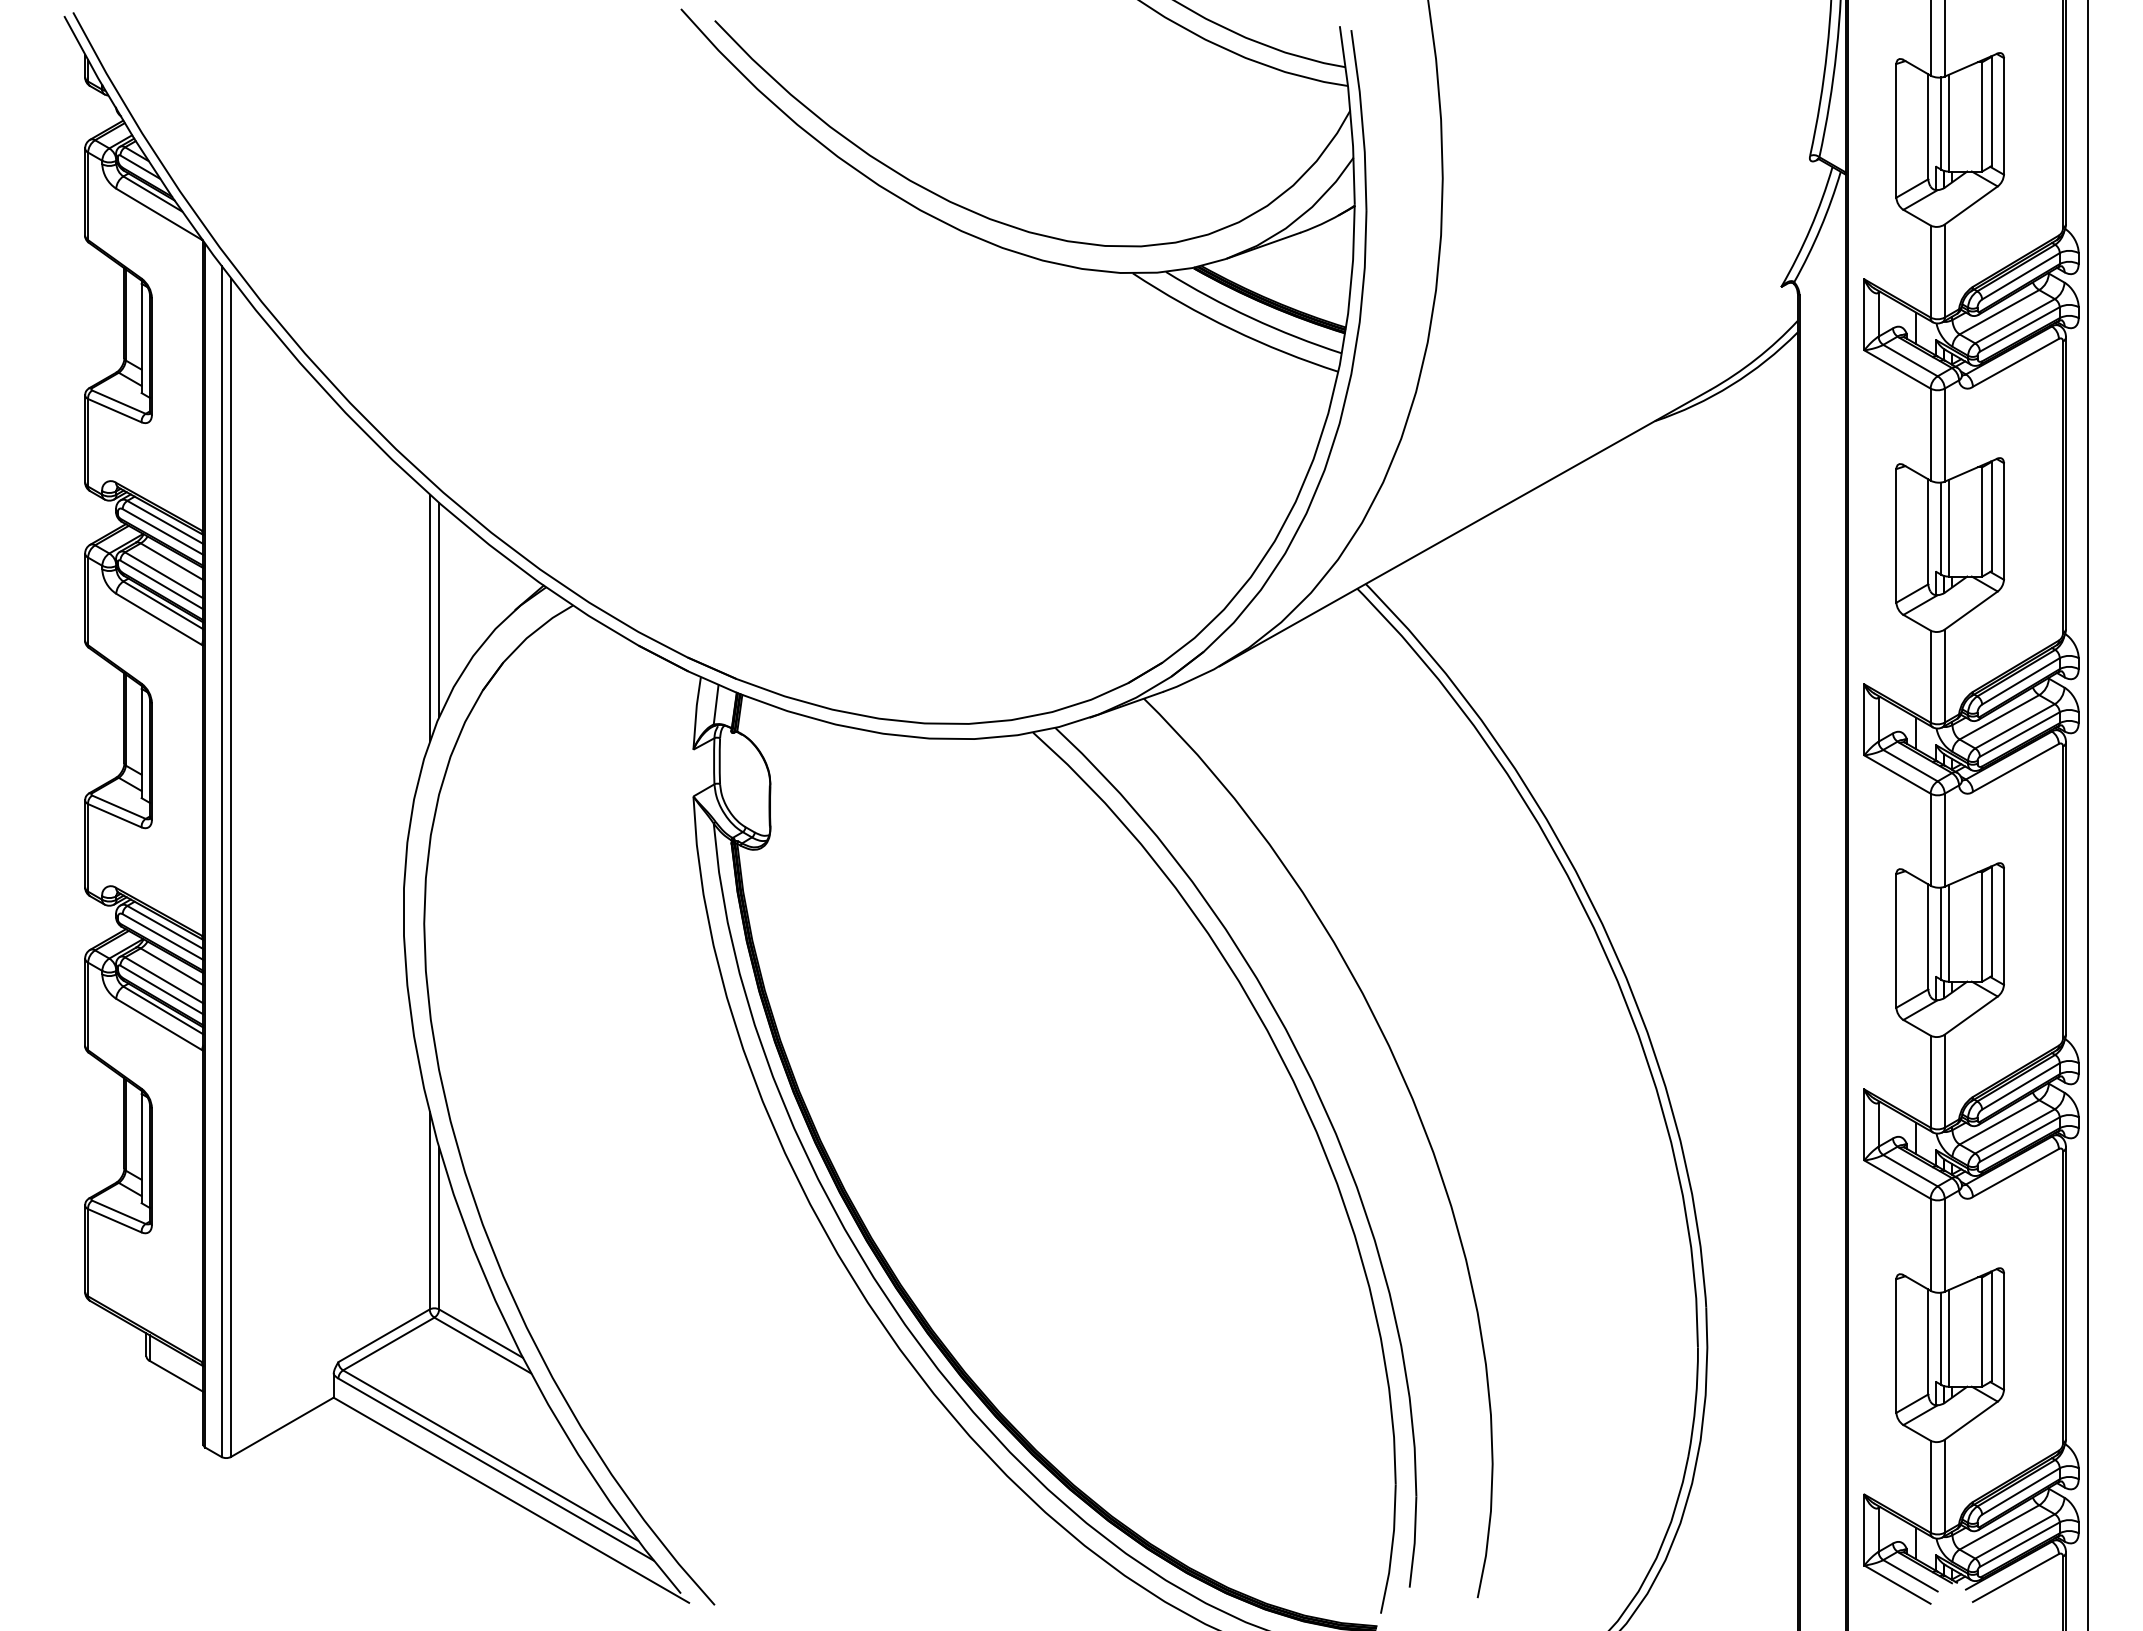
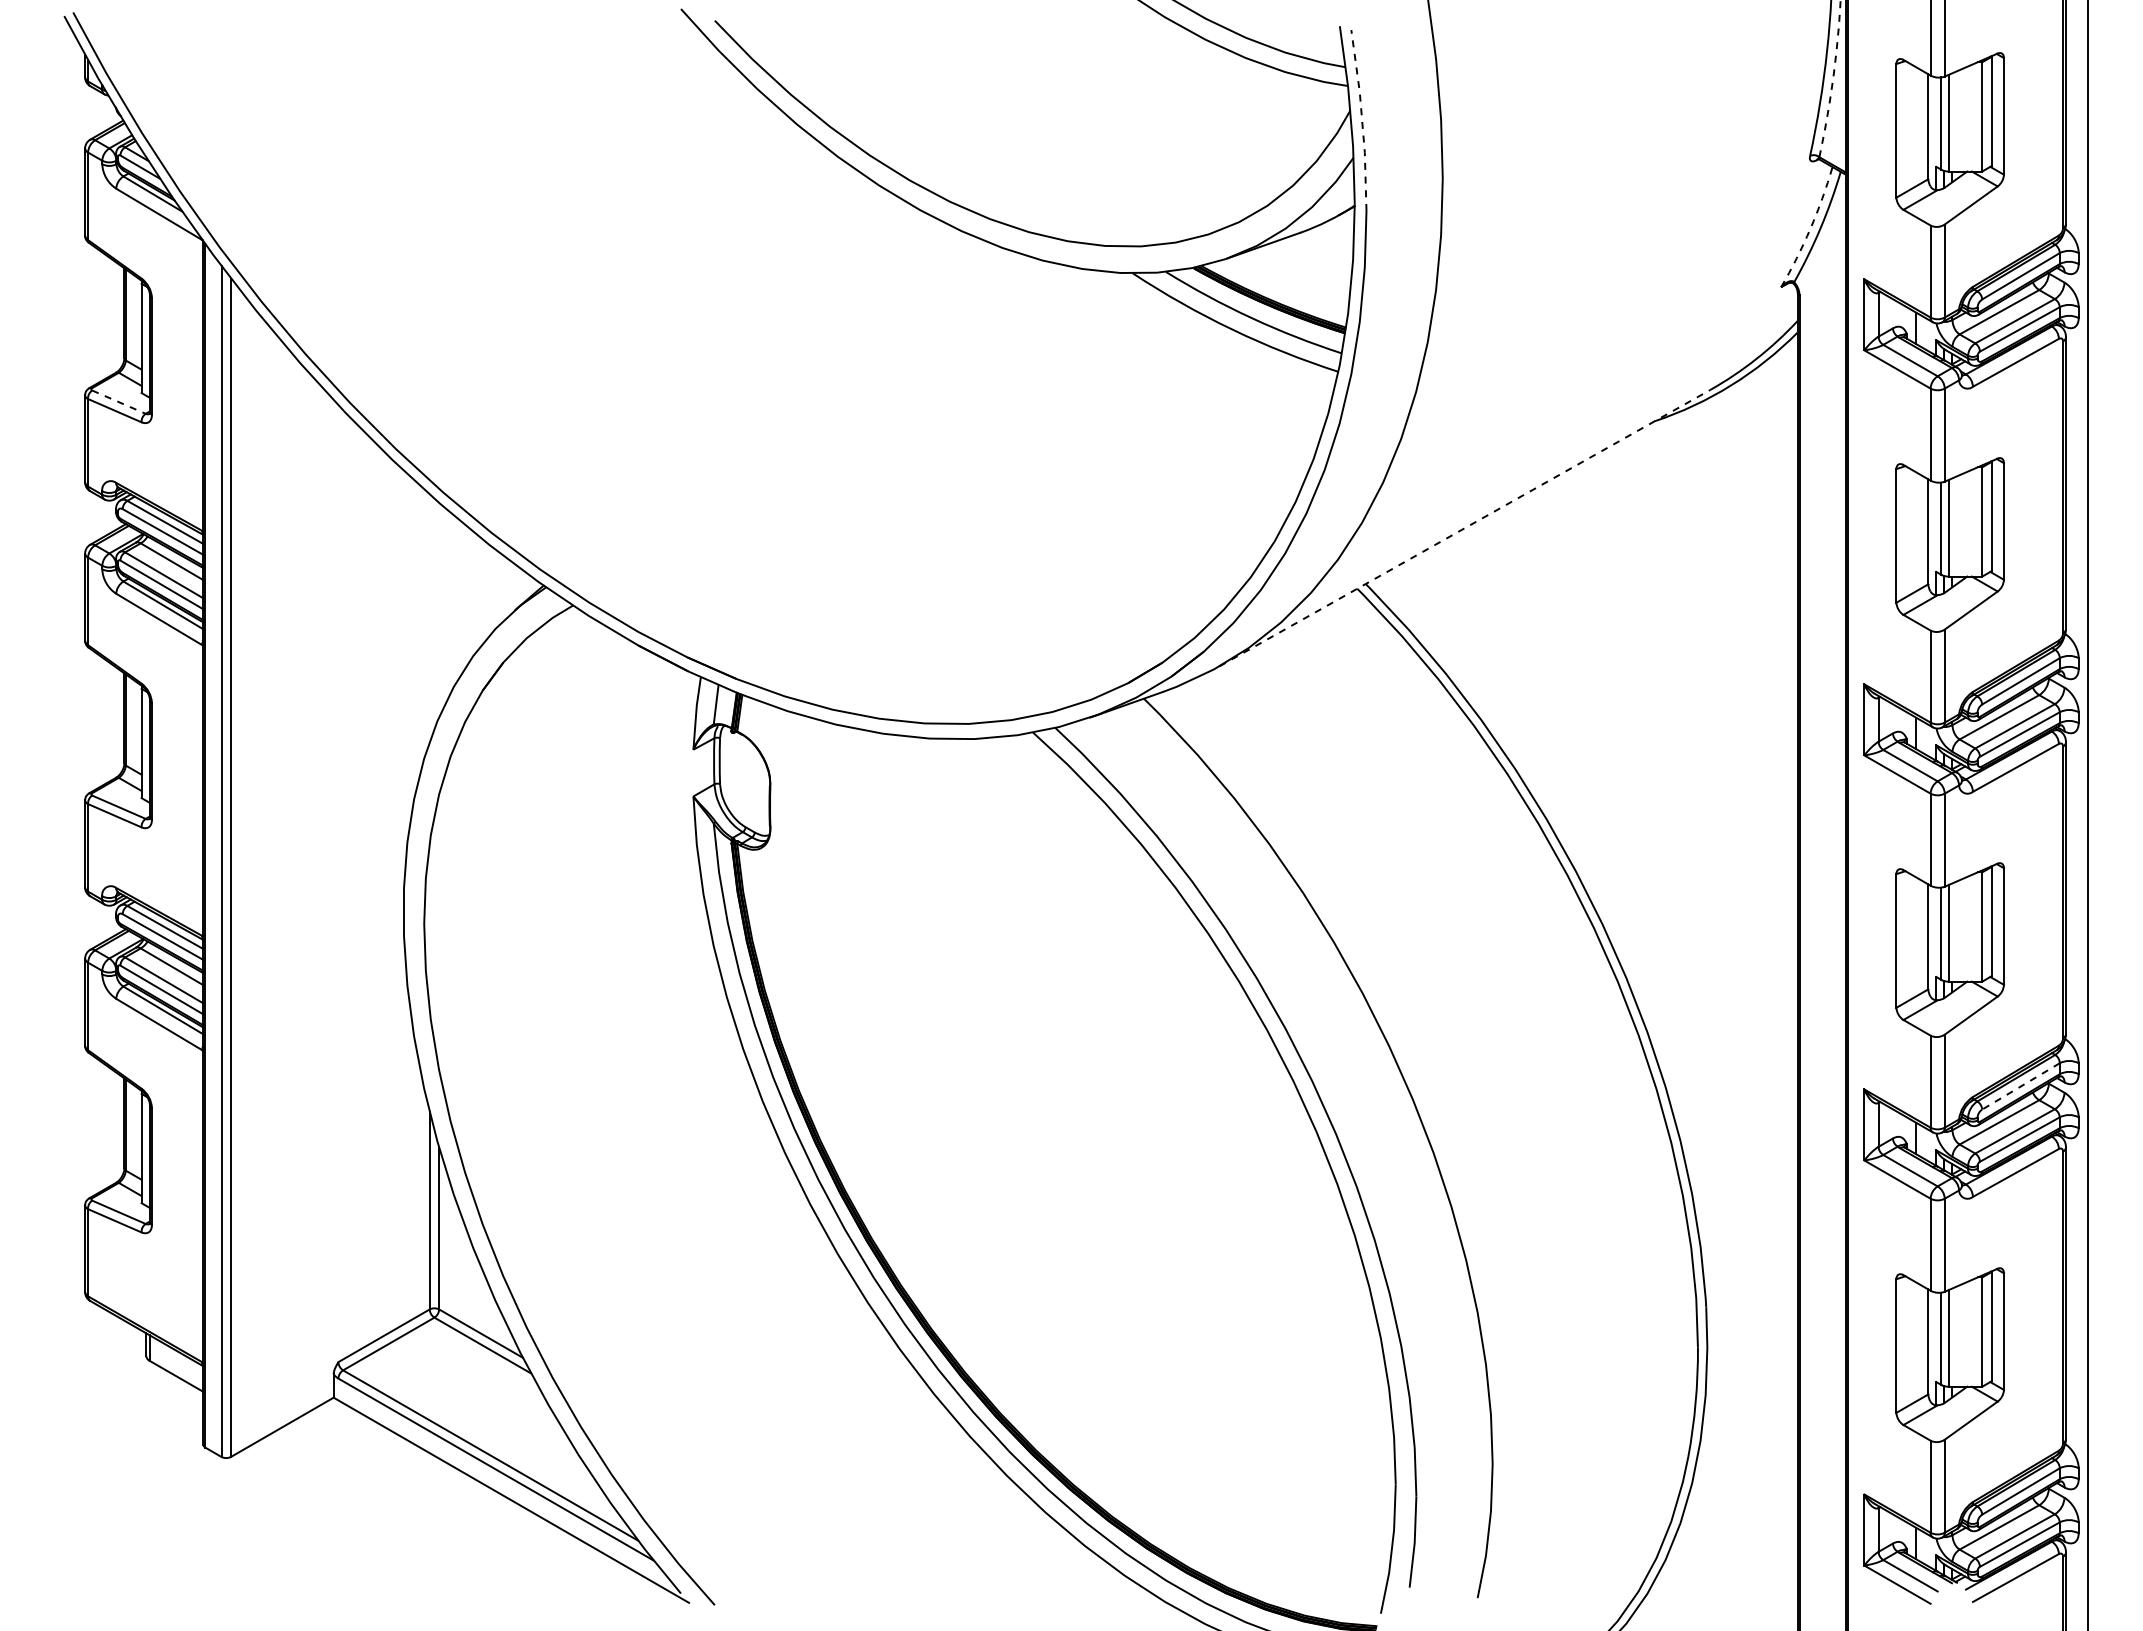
arc at (1833, 78): solid -> dashed
line at (1362, 119): solid -> dashed
arc at (1810, 228): solid -> dashed
line at (119, 402): solid -> dashed
line at (1465, 527): solid -> dashed
line at (439, 609): present -> none
line at (429, 617): present -> none
line at (2020, 1086): solid -> dashed
